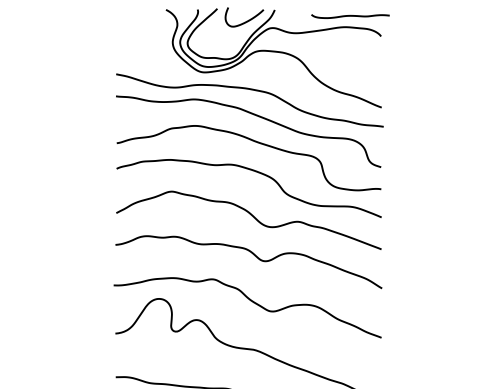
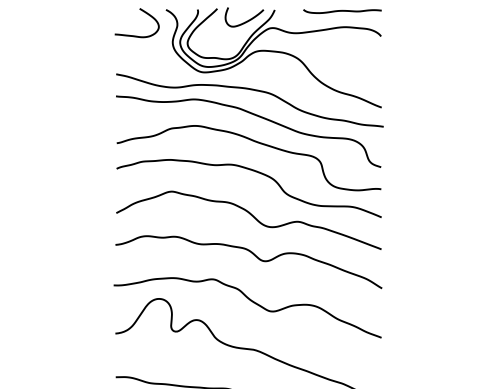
curve at (350, 16) position: (350, 16) -> (342, 11)
curve at (136, 35): none -> present
